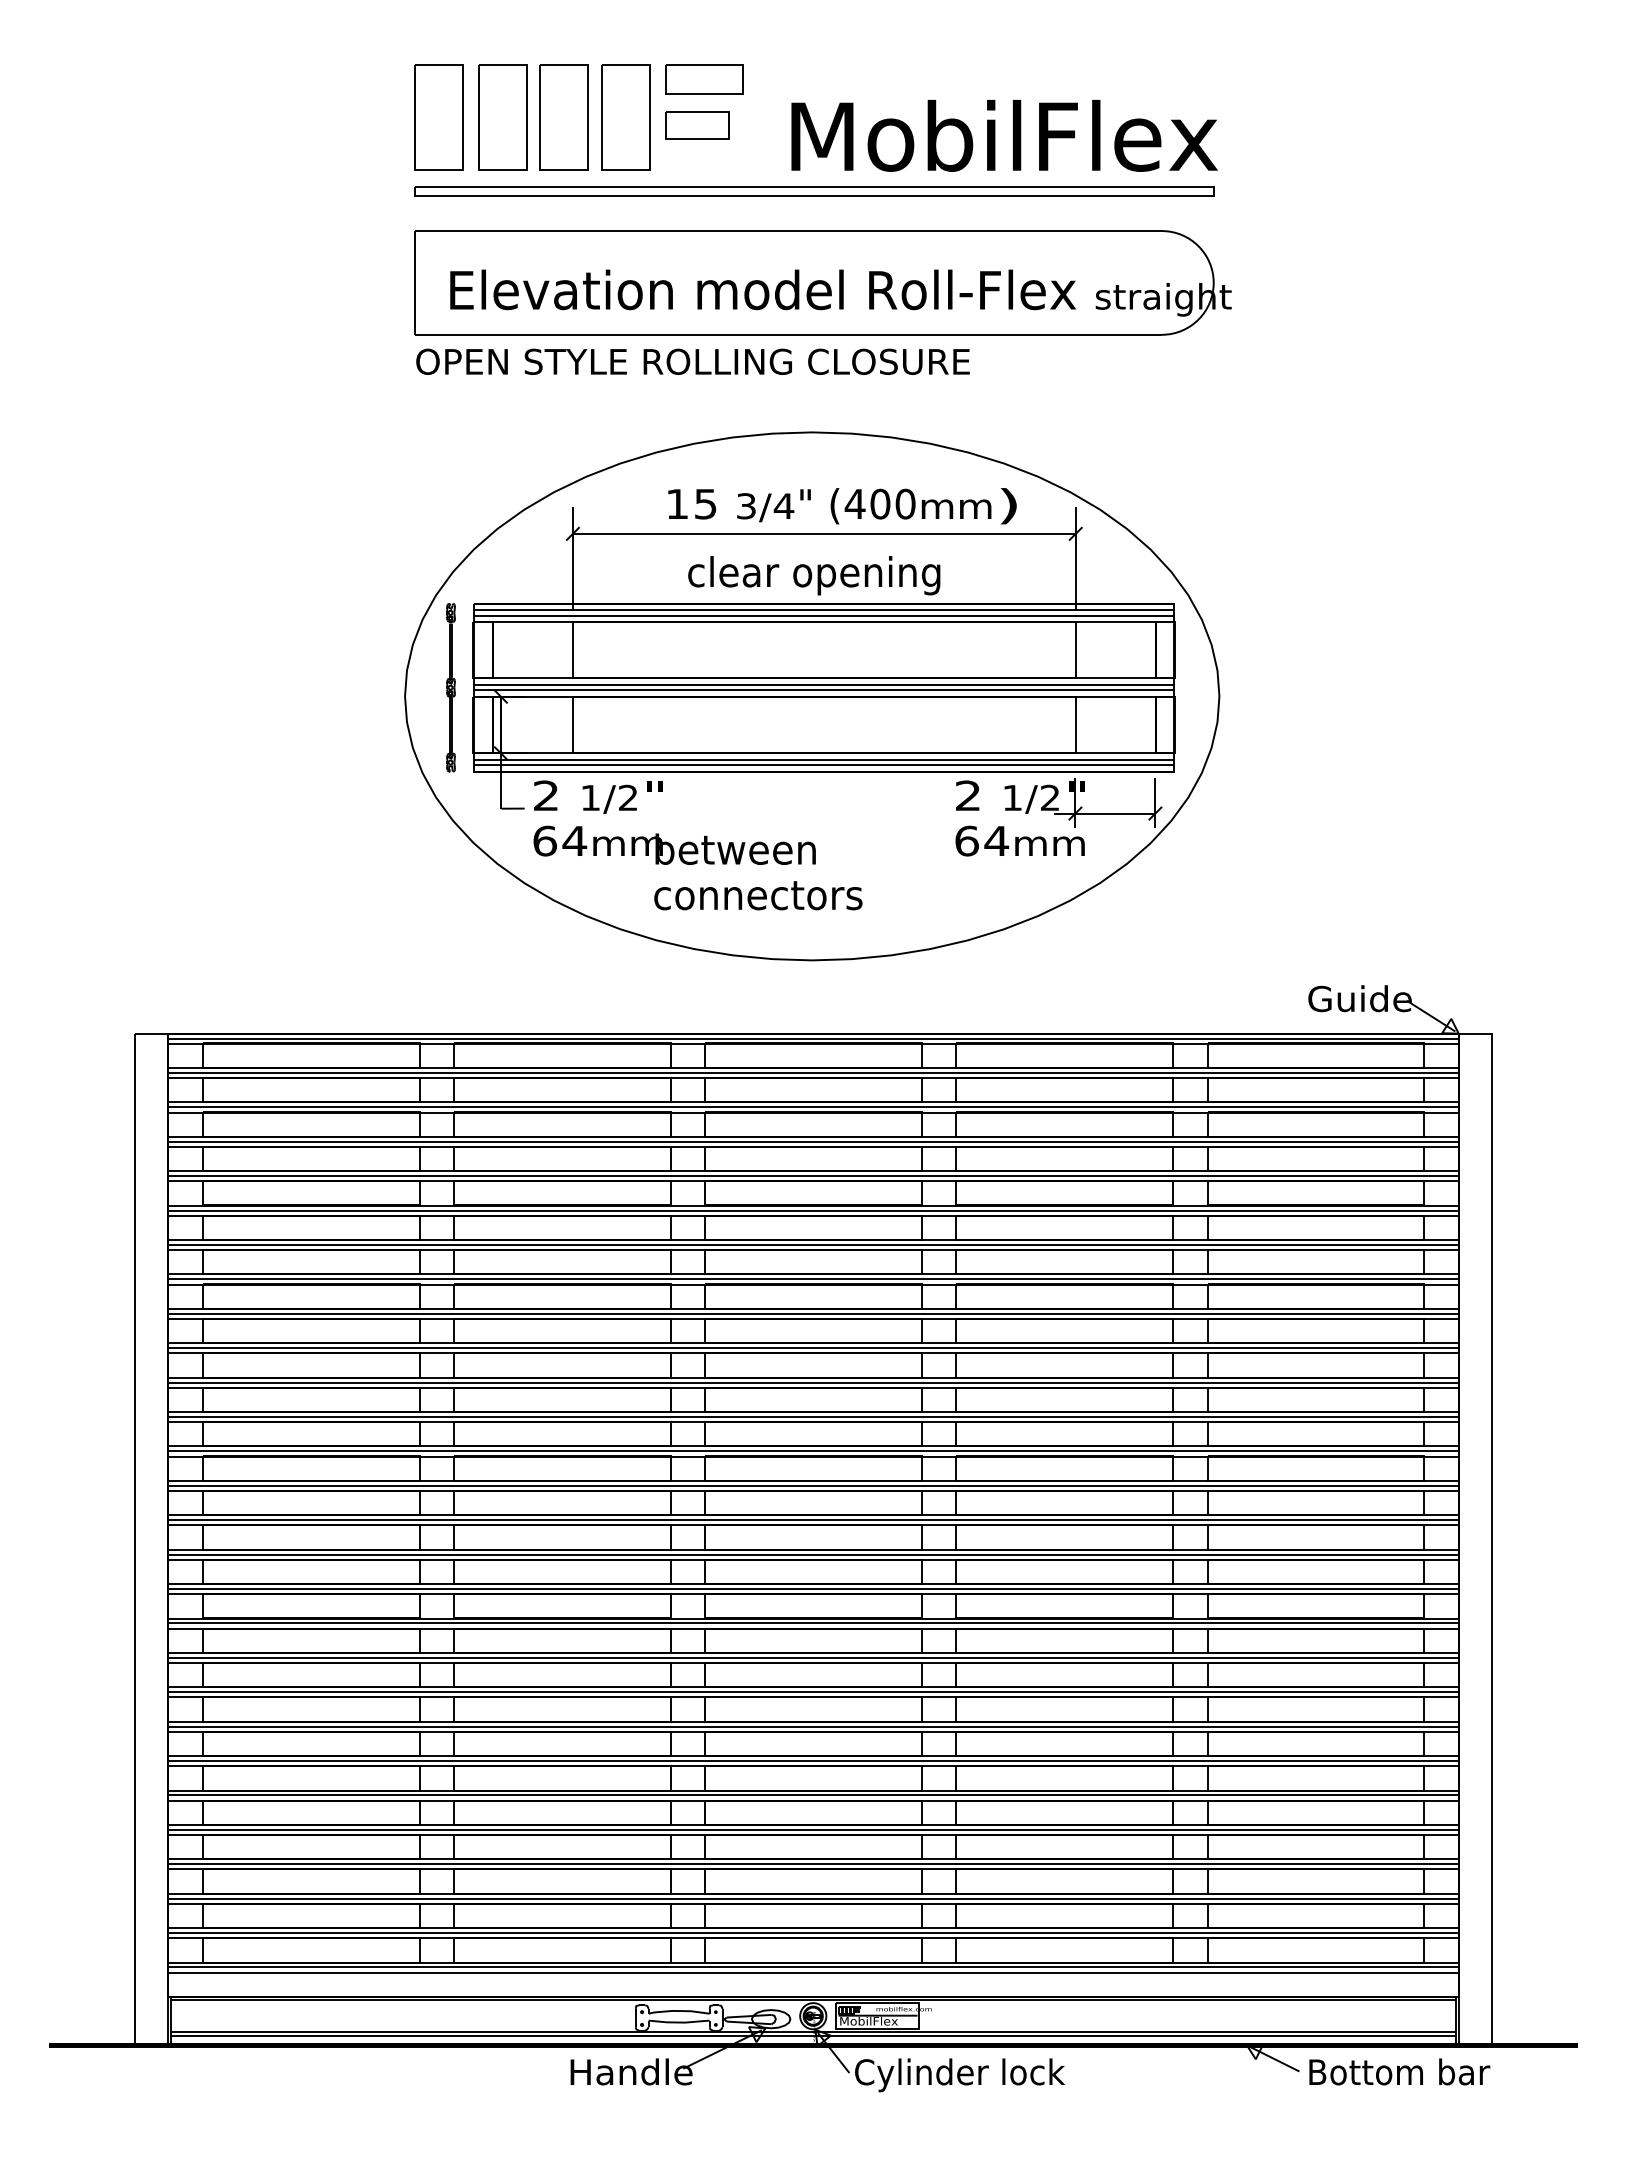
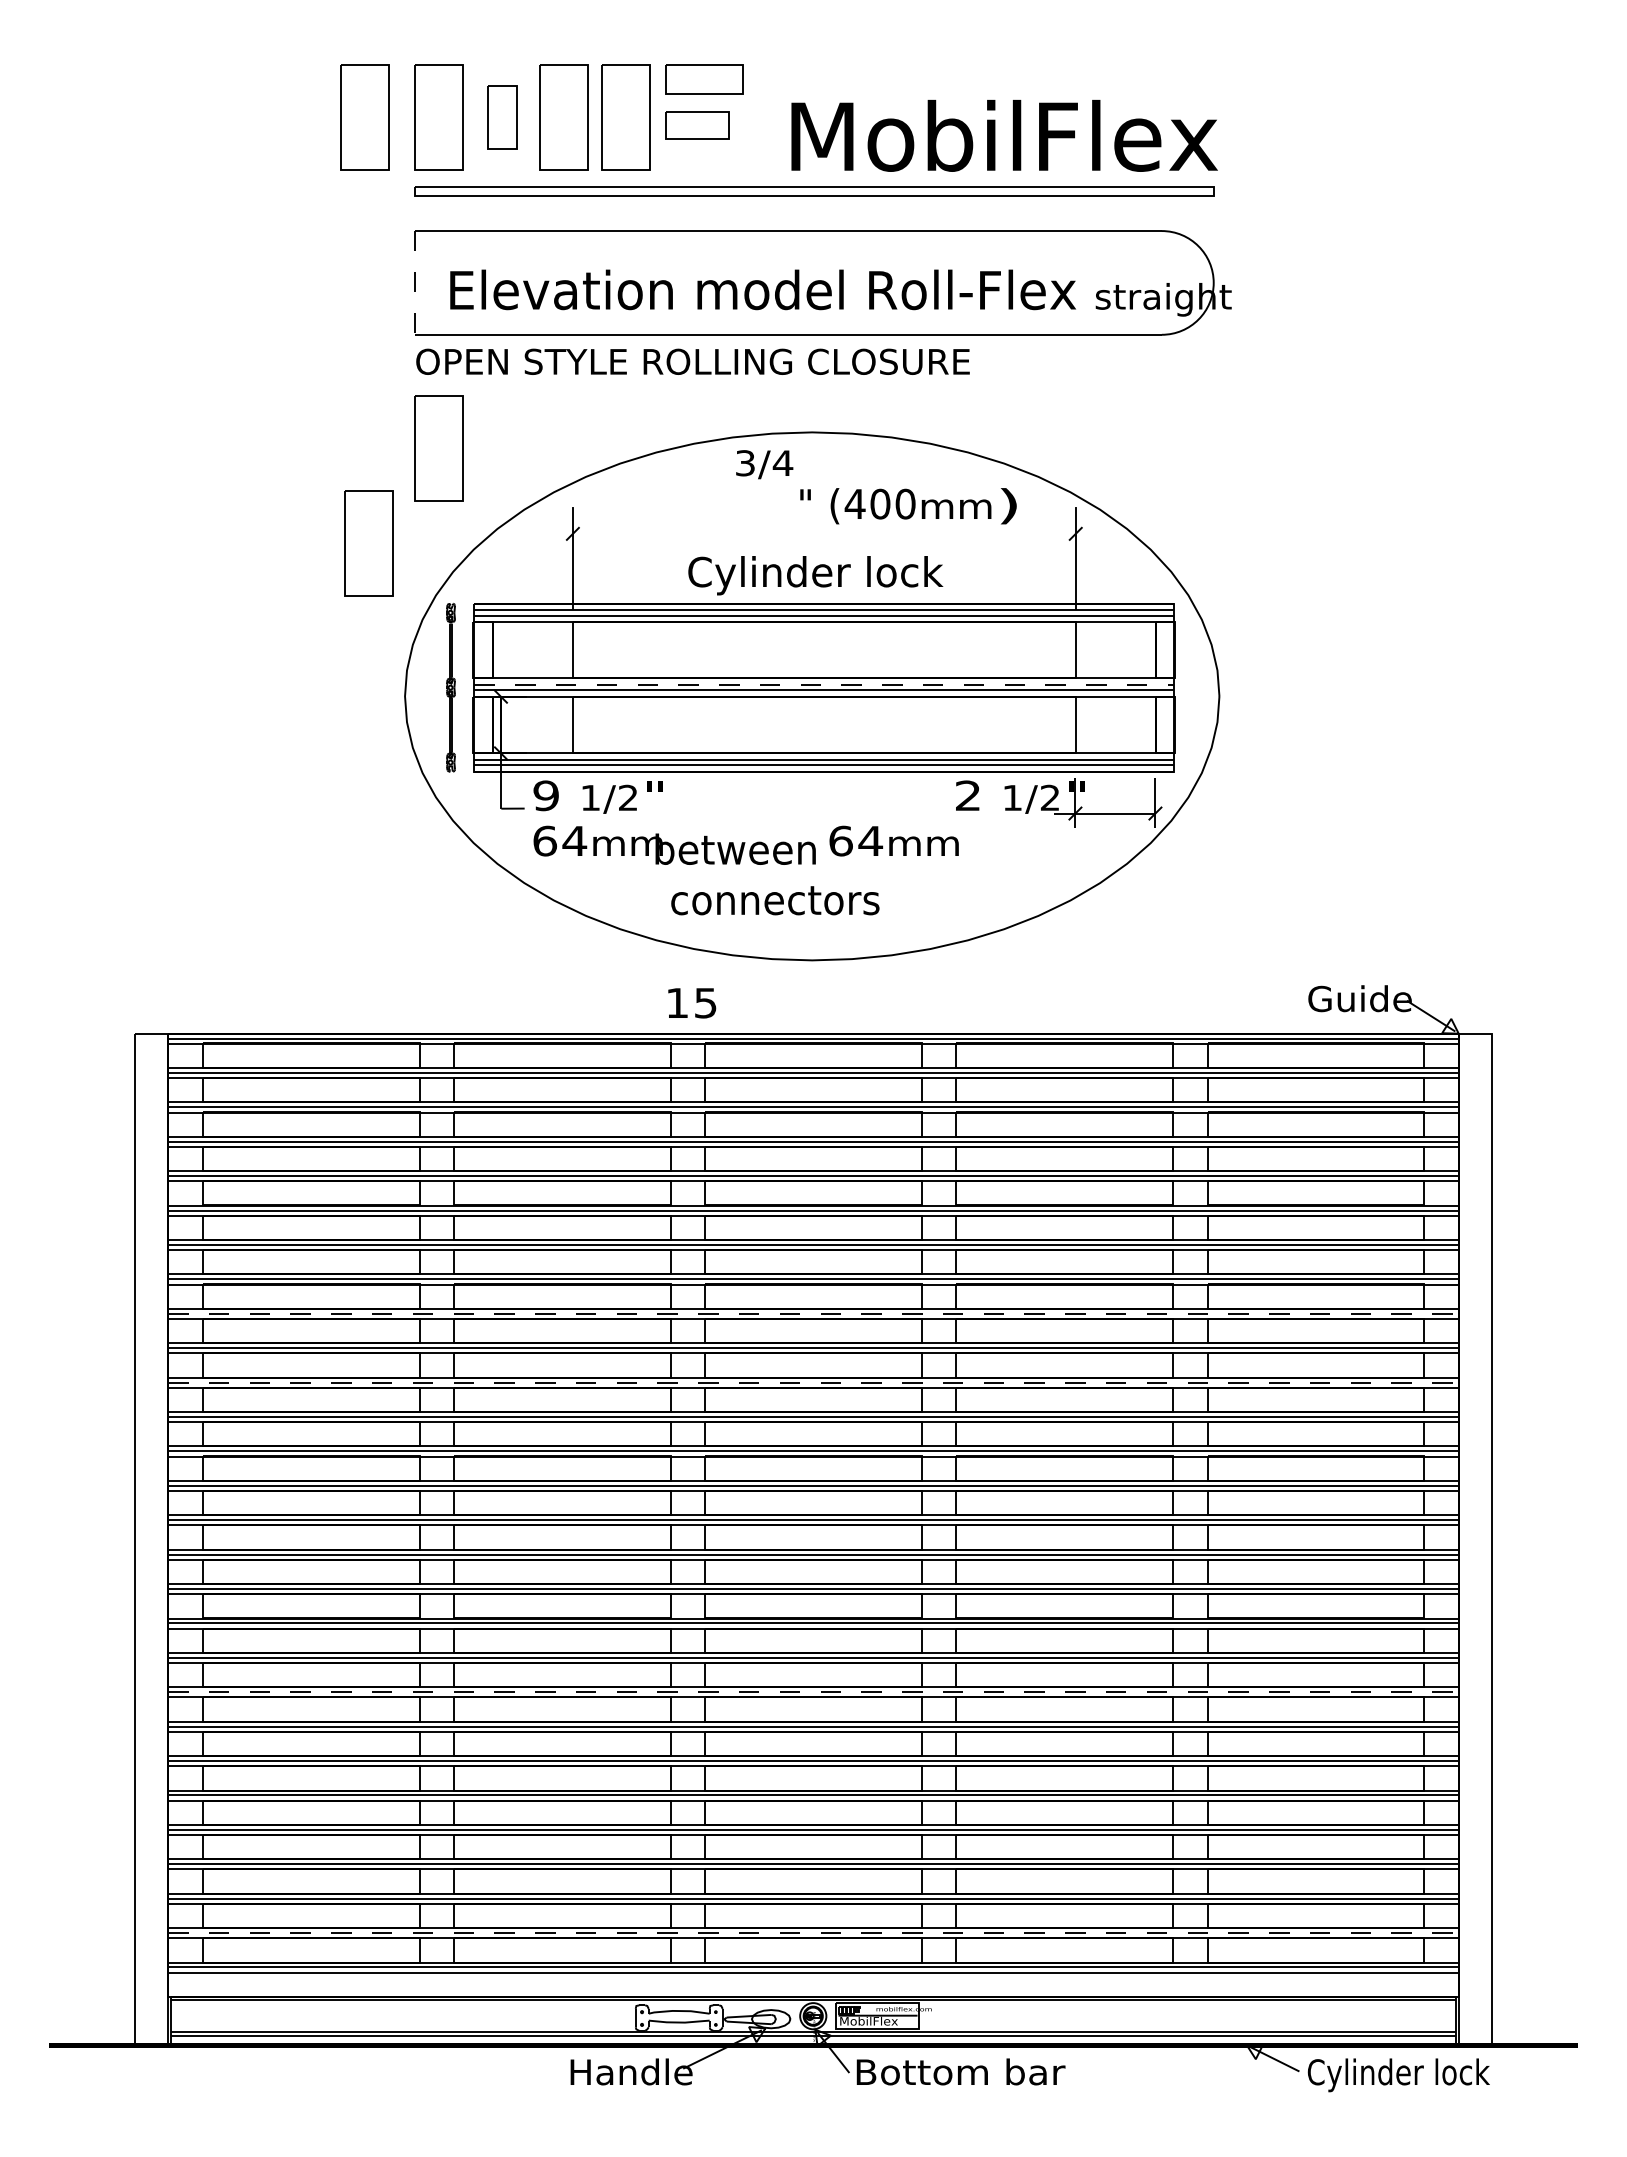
part at (364, 117): none -> present
part at (502, 117) size: 50x107 px -> 31x65 px
line at (414, 282): solid -> dashed
part at (438, 448): none -> present
text at (692, 504) position: (692, 504) -> (692, 1003)
text at (765, 507) position: (765, 507) -> (764, 464)
line at (823, 533): present -> none
part at (368, 543): none -> present
text at (815, 575): clear opening -> Cylinder lock
line at (824, 684): solid -> dashed
text at (545, 795): 2 -> 9
text at (1019, 840) position: (1019, 840) -> (893, 840)
text at (758, 895) position: (758, 895) -> (775, 900)
line at (813, 1313): solid -> dashed
line at (813, 1382): solid -> dashed
line at (813, 1692): solid -> dashed
line at (813, 1933): solid -> dashed
text at (960, 2075): Cylinder lock -> Bottom bar
text at (1398, 2075): Bottom bar -> Cylinder lock
